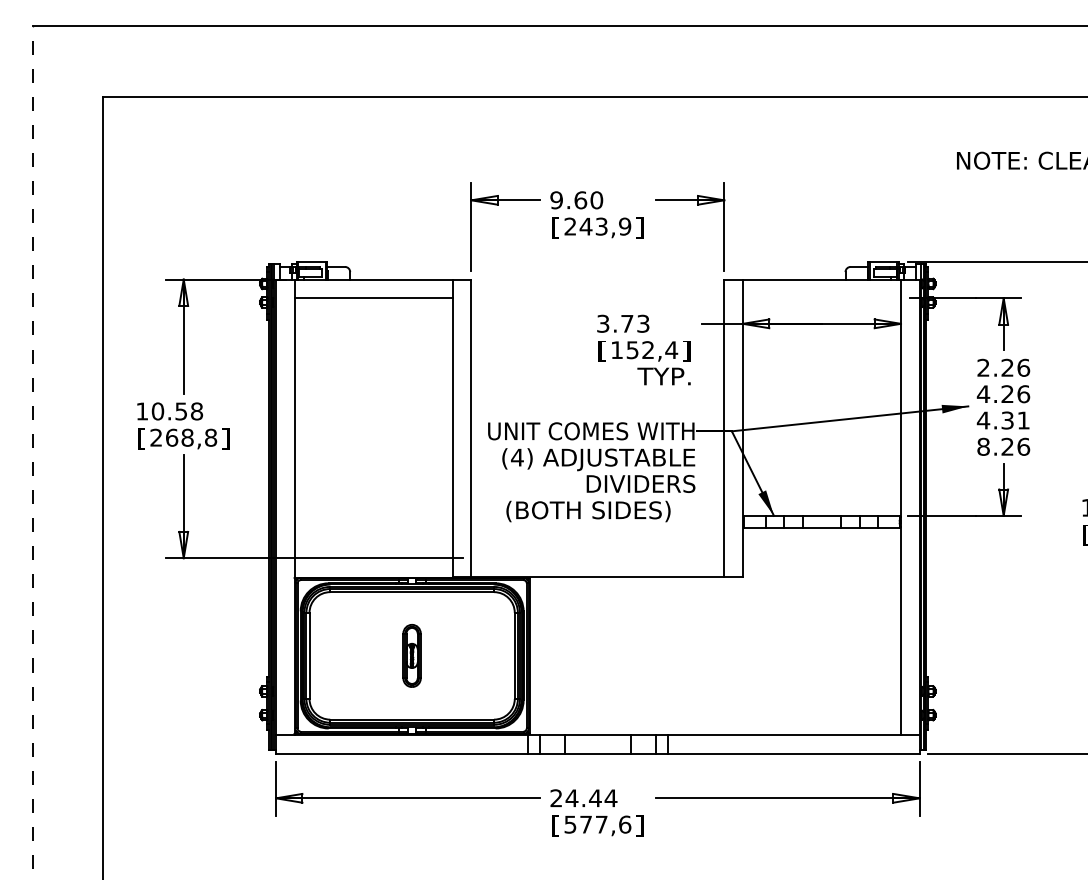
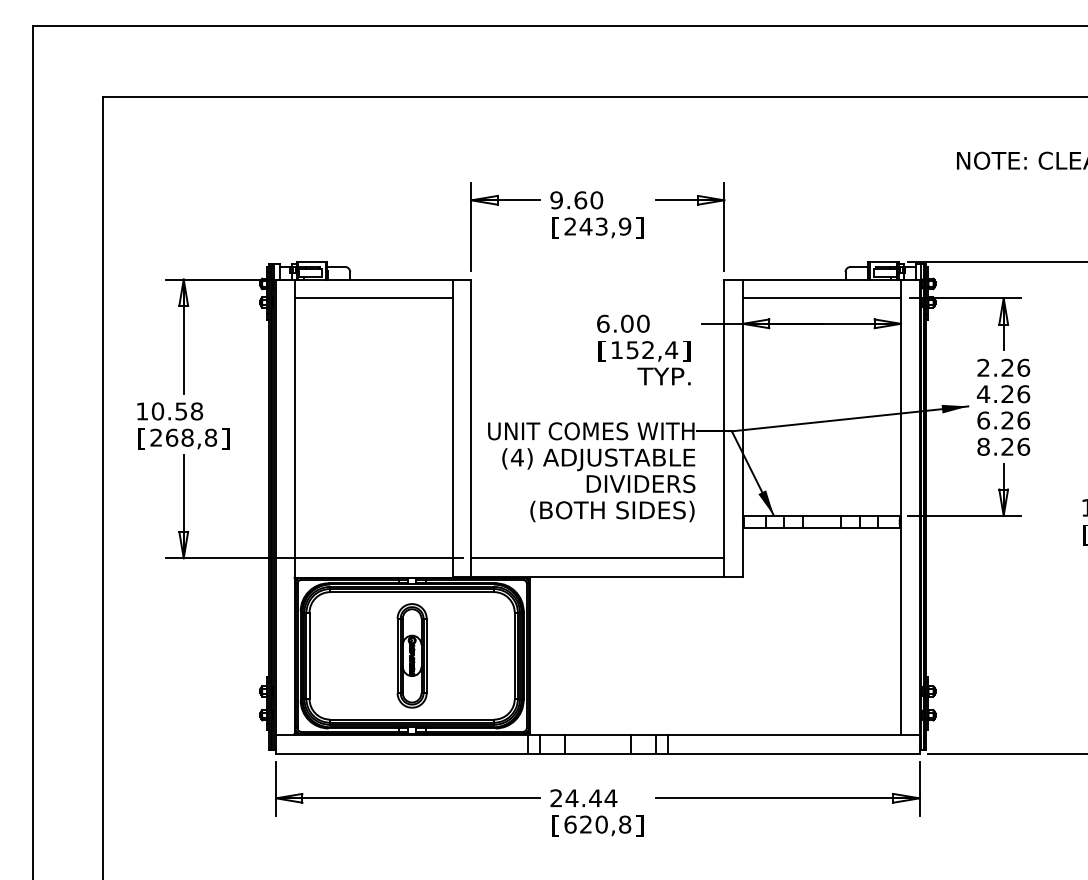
line at (821, 298): none -> present
text at (623, 323): 3.73 -> 6.00
text at (1003, 420): 4.31 -> 6.26
line at (32, 452): dashed -> solid
text at (588, 511) position: (588, 511) -> (612, 511)
line at (597, 558): none -> present
part at (411, 655) size: 20x64 px -> 32x106 px
text at (597, 824): 577,6 -> 620,8
